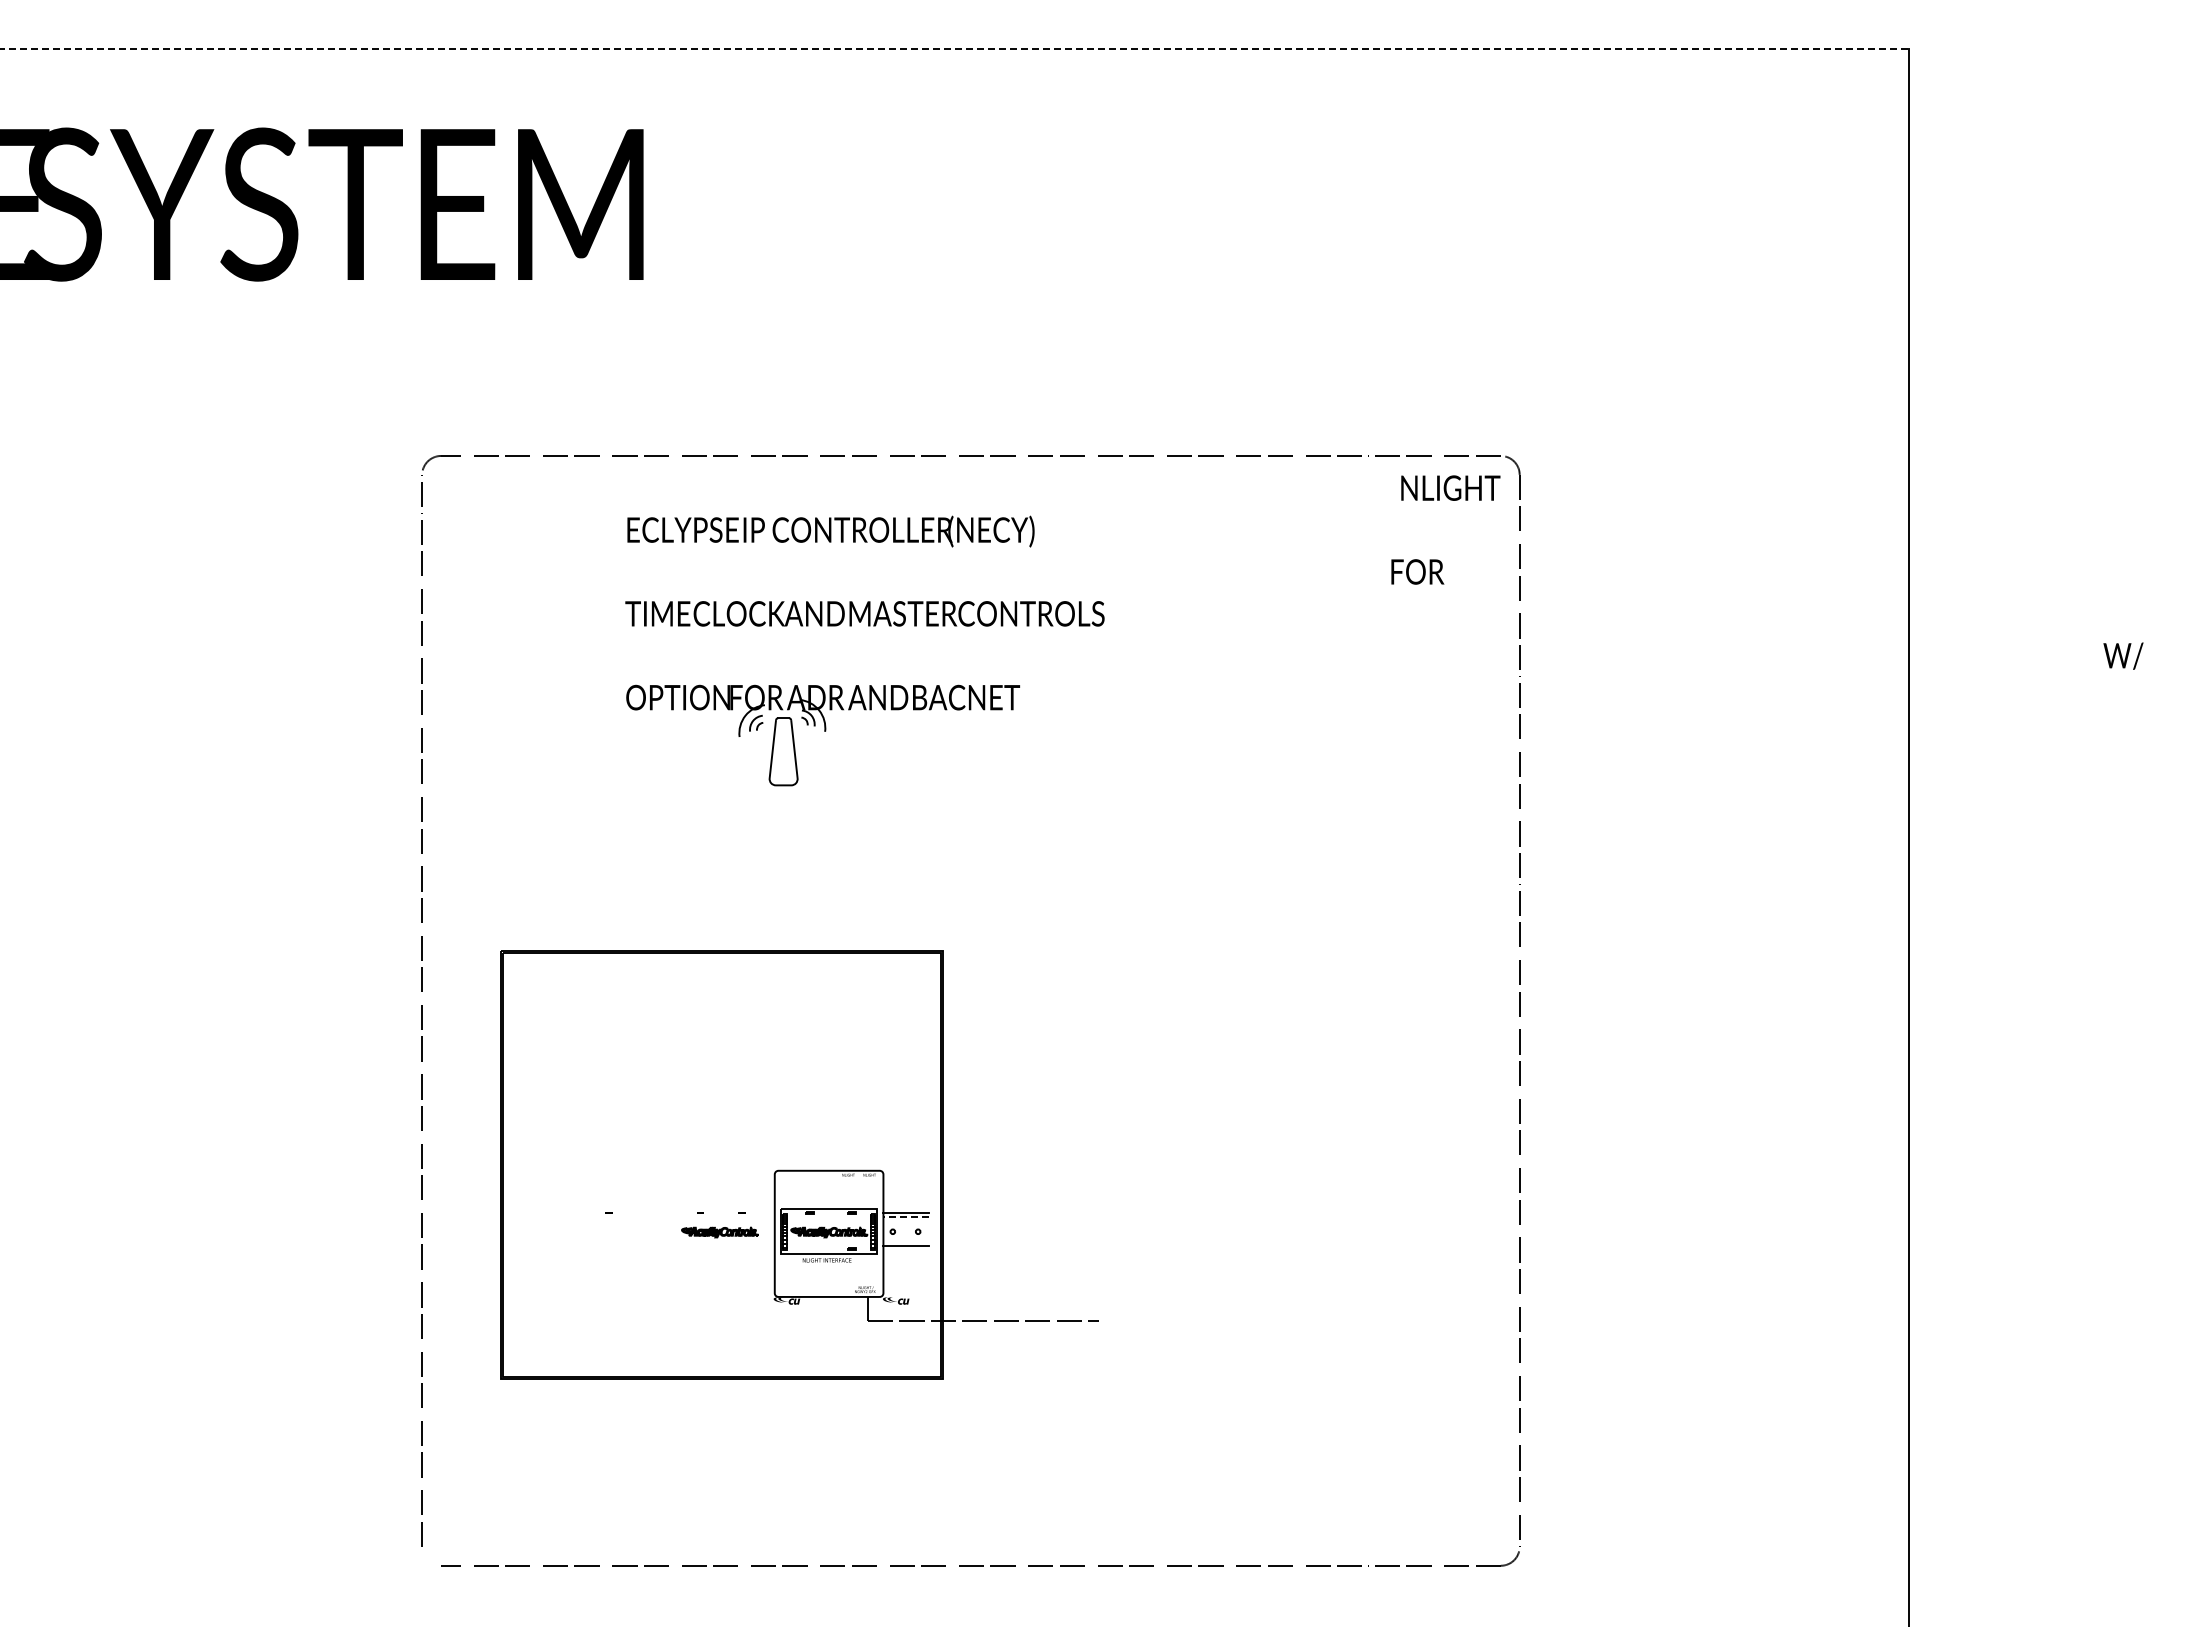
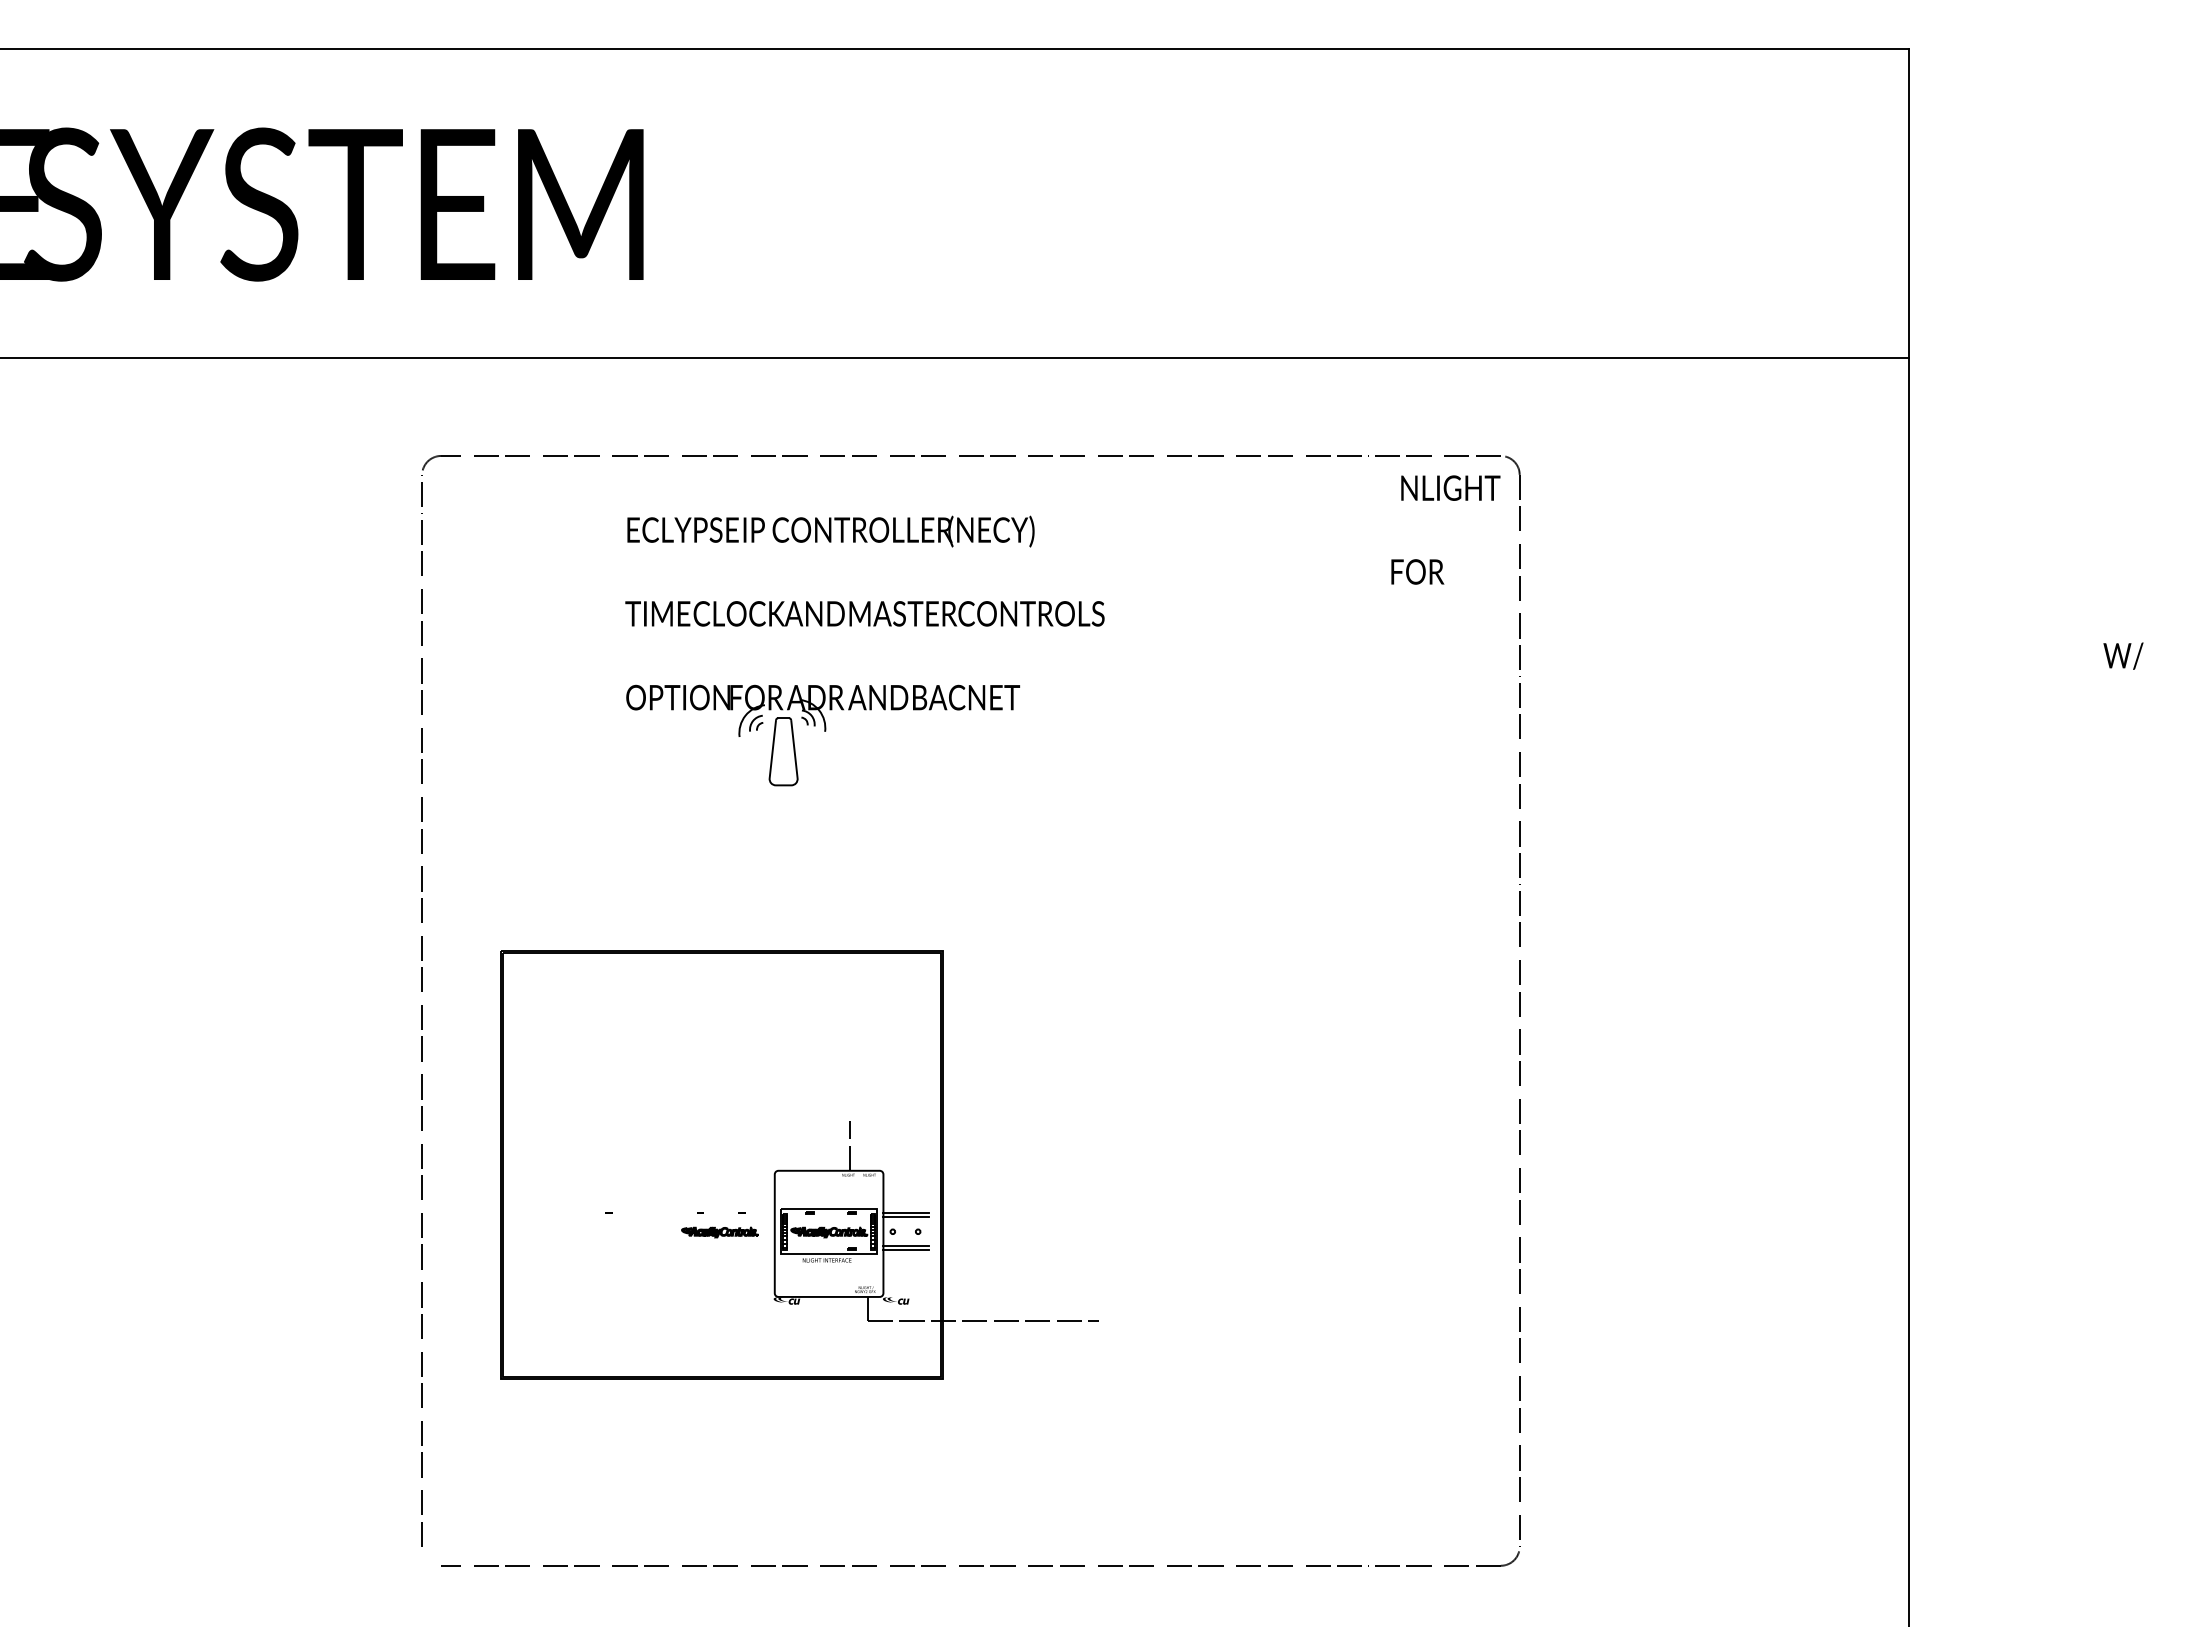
line at (955, 48): dashed -> solid
line at (955, 358): none -> present
line at (850, 1145): none -> present
line at (906, 1217): dashed -> solid
line at (905, 1250): none -> present
